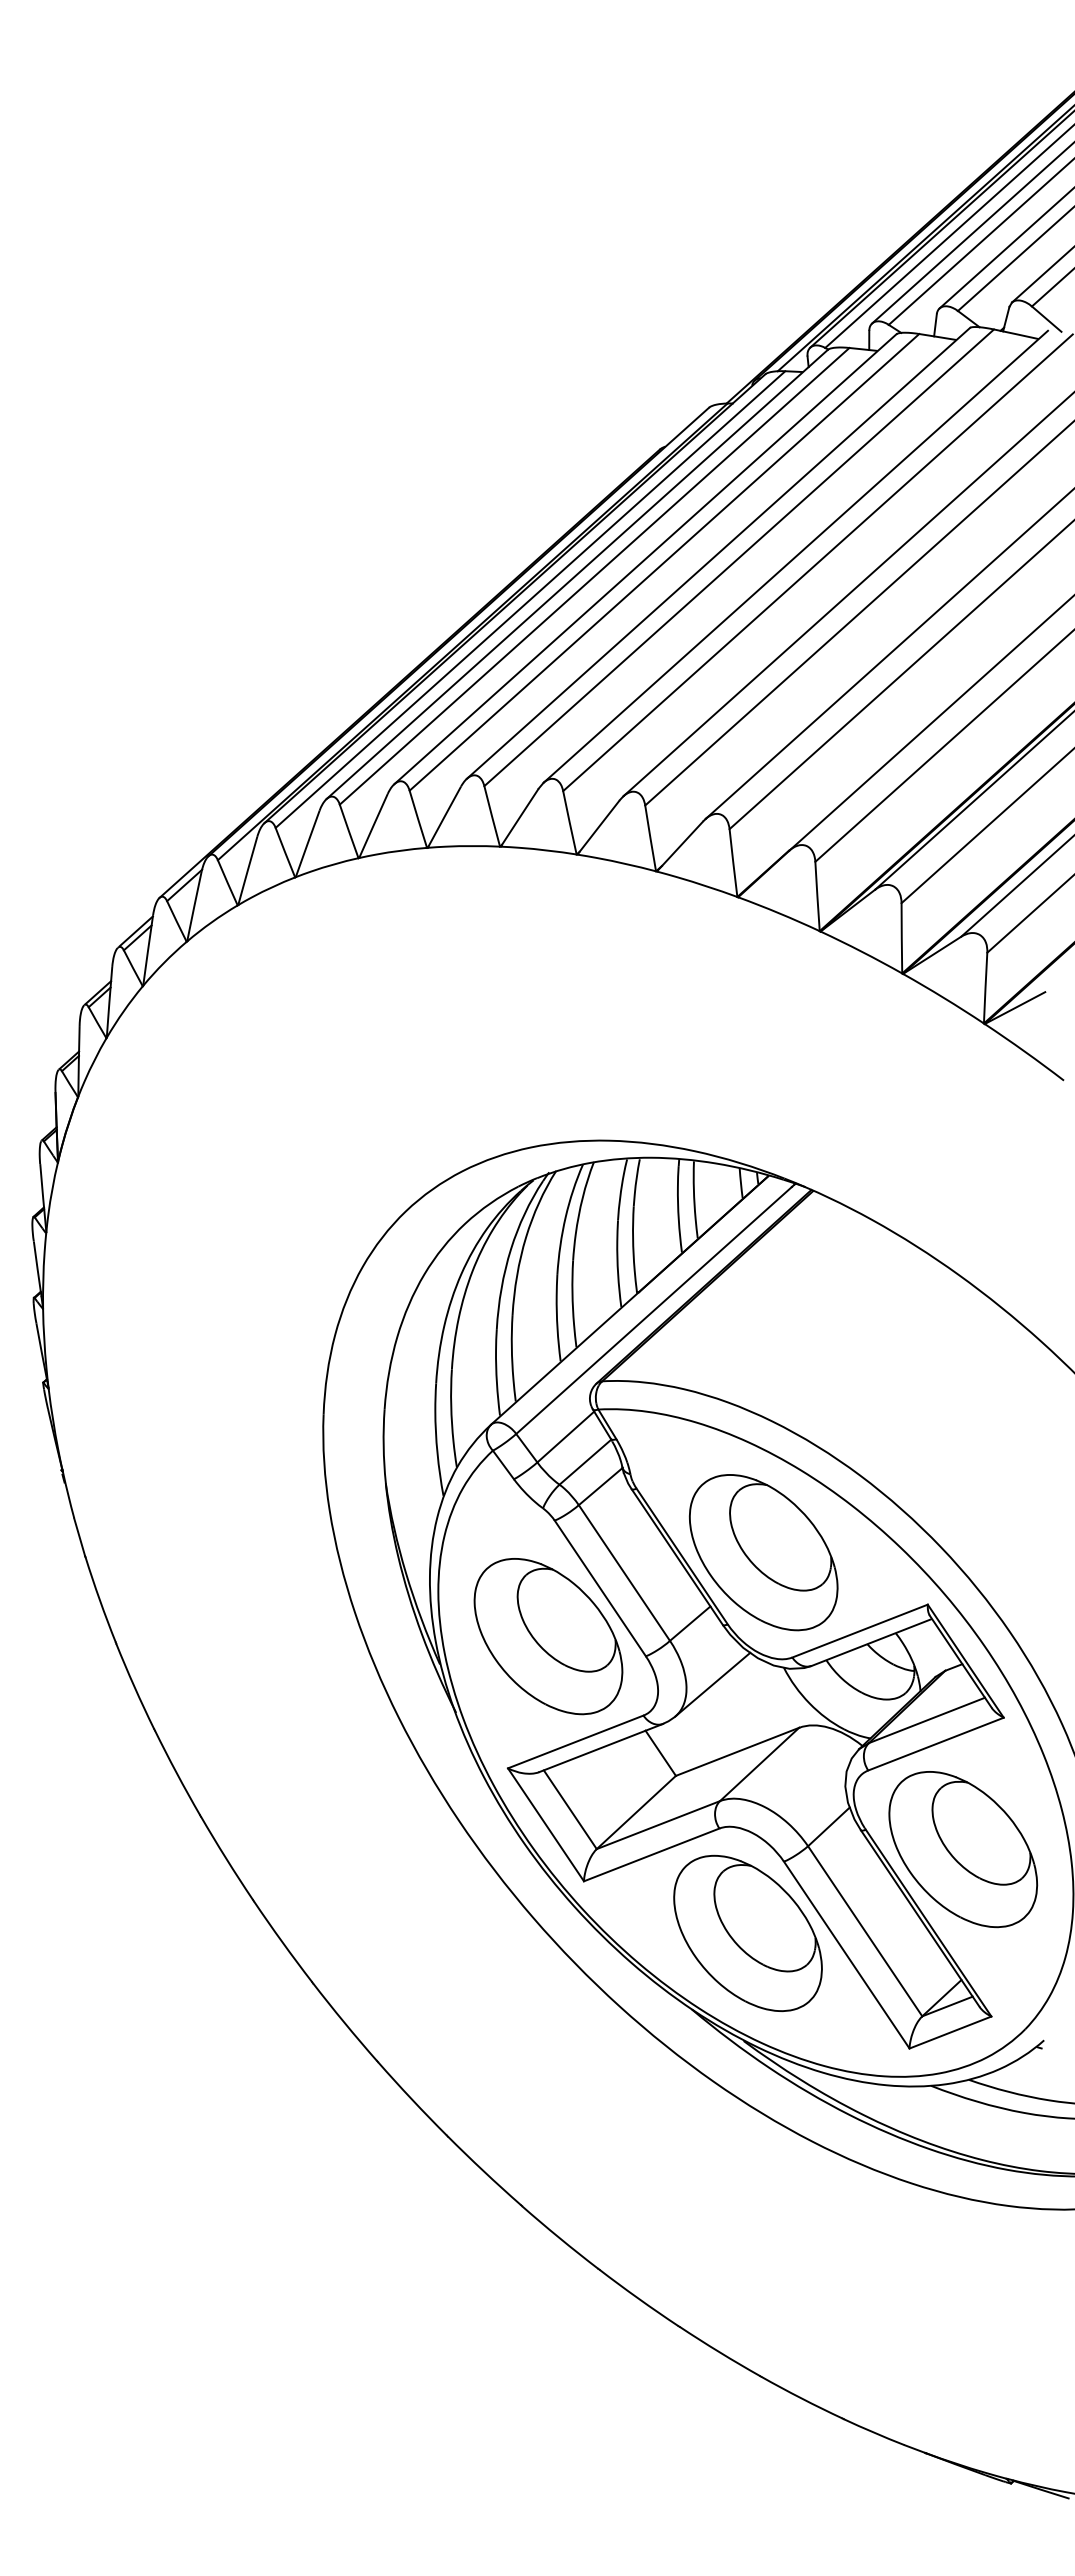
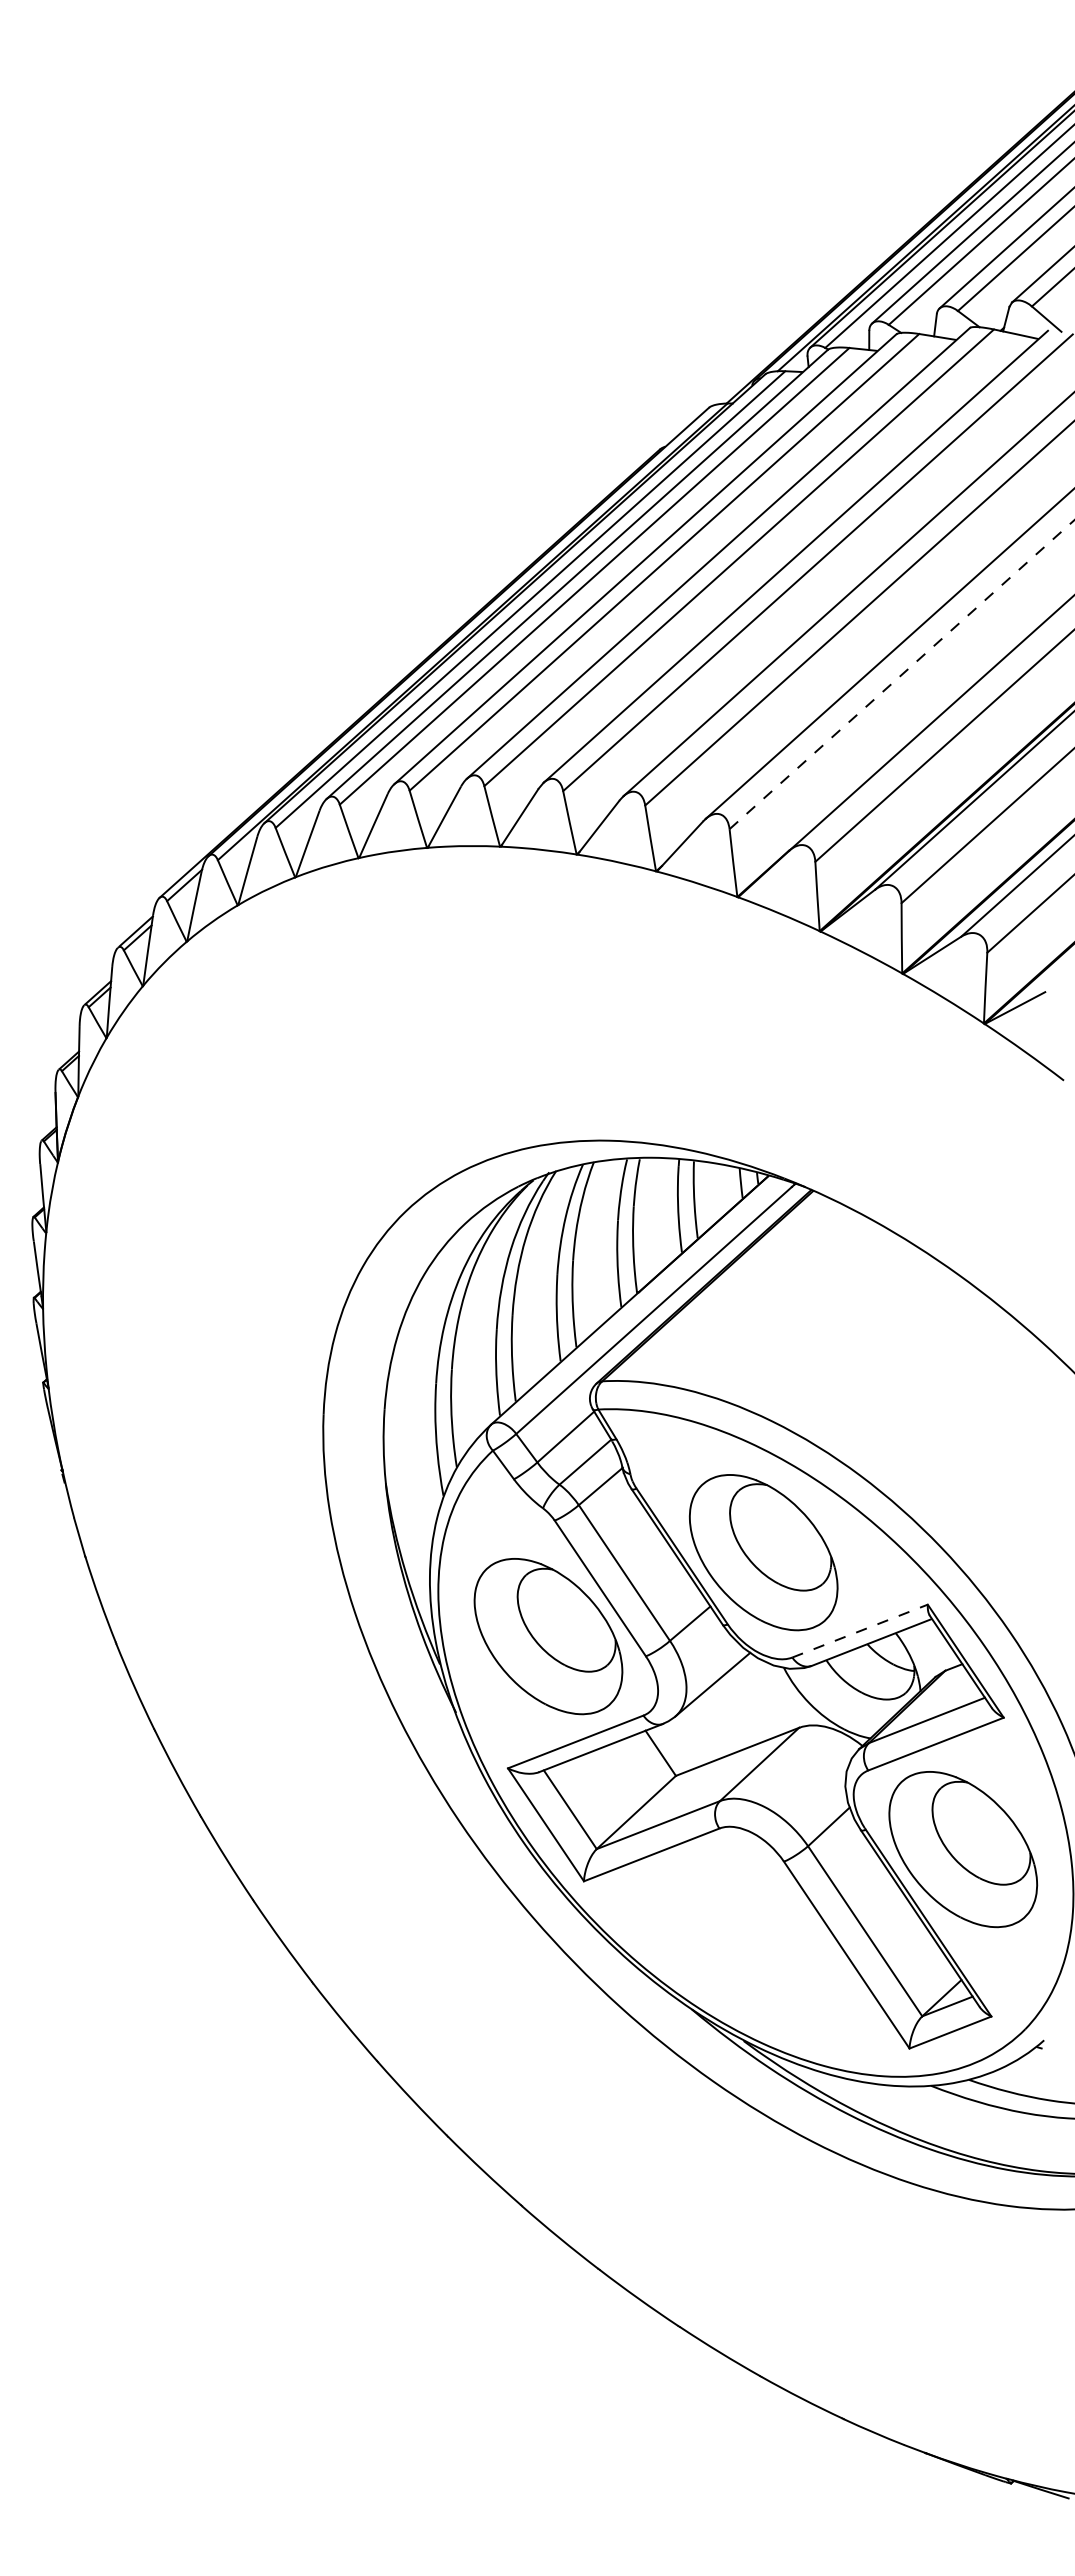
line at (902, 674): solid -> dashed
line at (860, 1631): solid -> dashed
part at (747, 1932): present -> none
